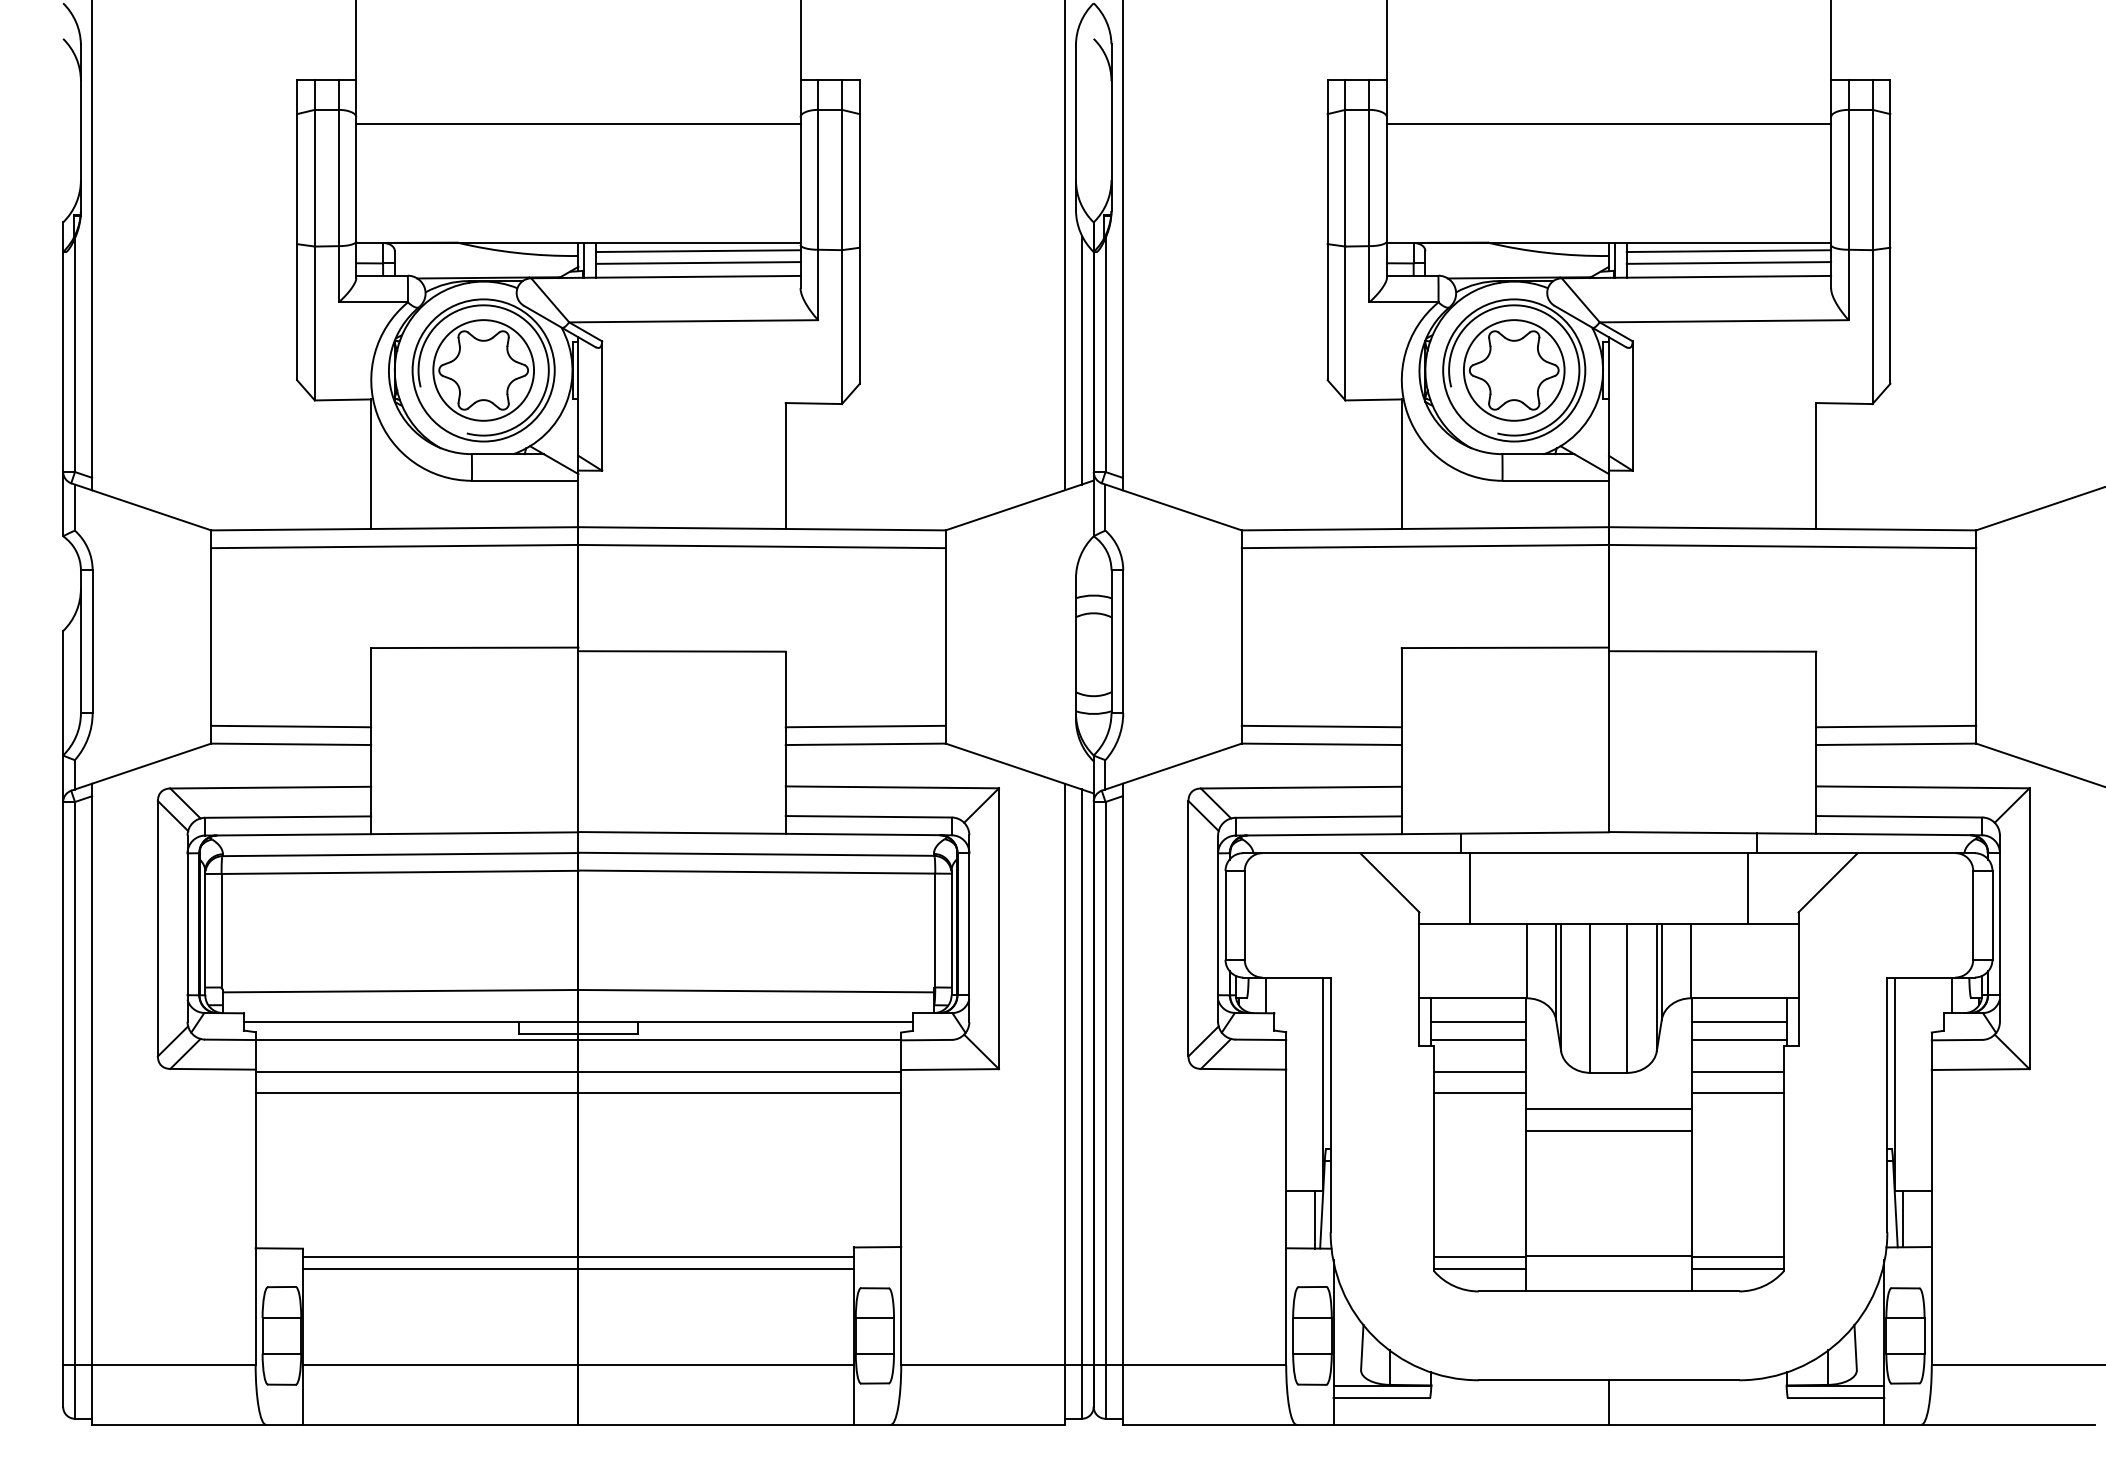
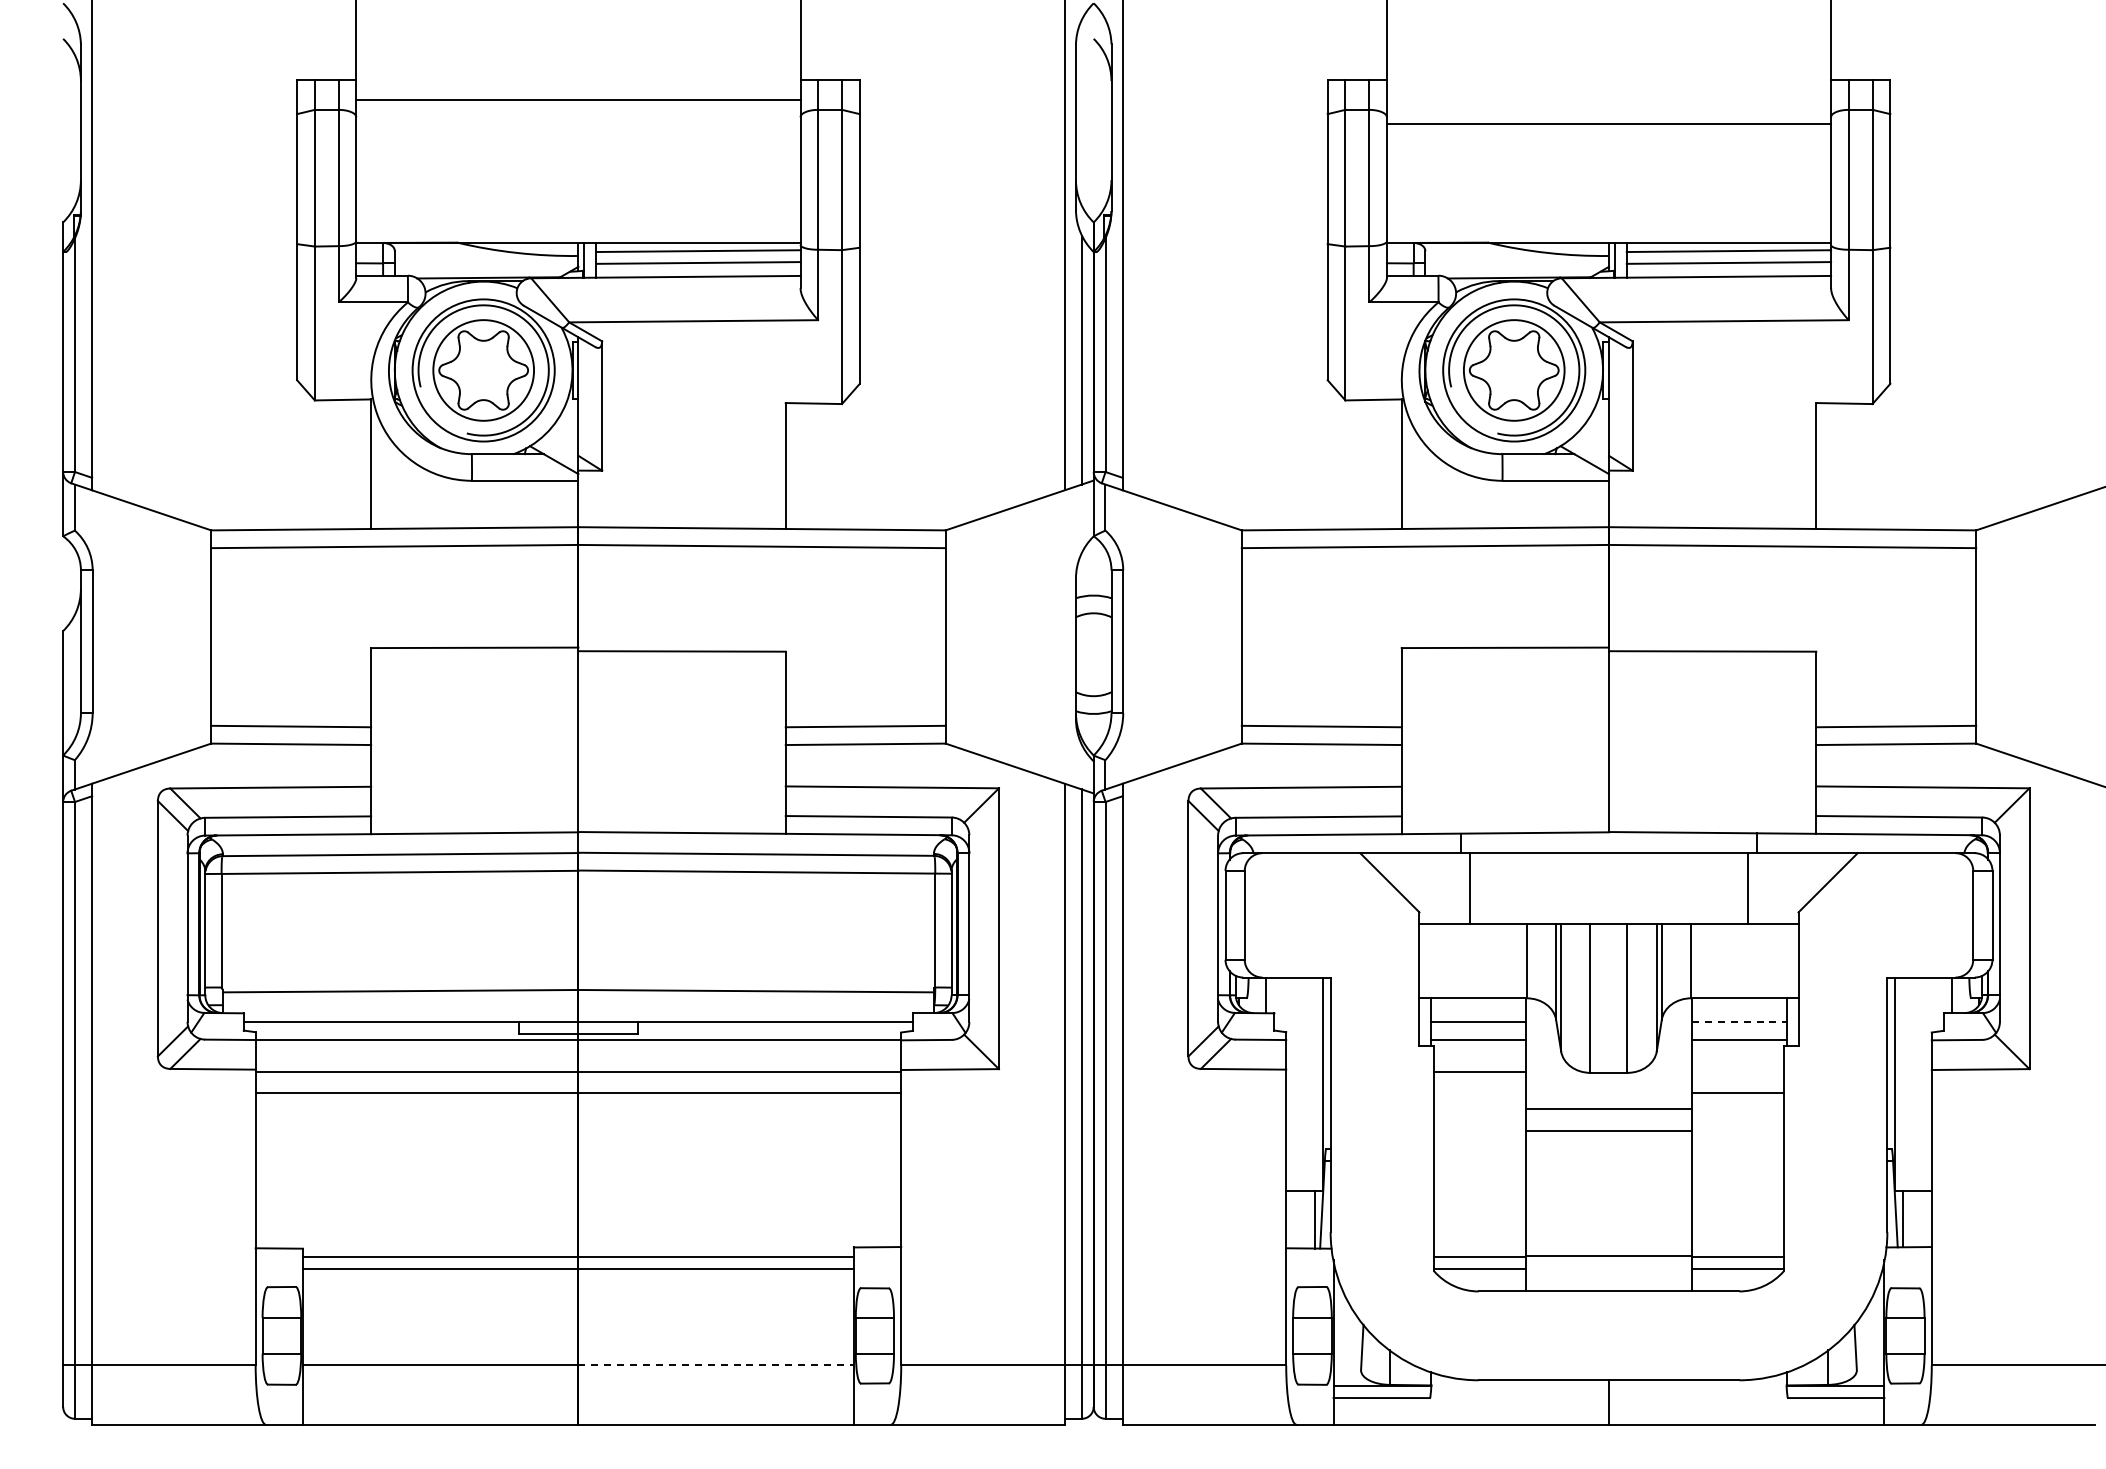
line at (578, 124) position: (578, 124) -> (578, 100)
line at (1739, 1021): solid -> dashed
line at (1737, 1071): present -> none
line at (1480, 1092): present -> none
line at (716, 1365): solid -> dashed
